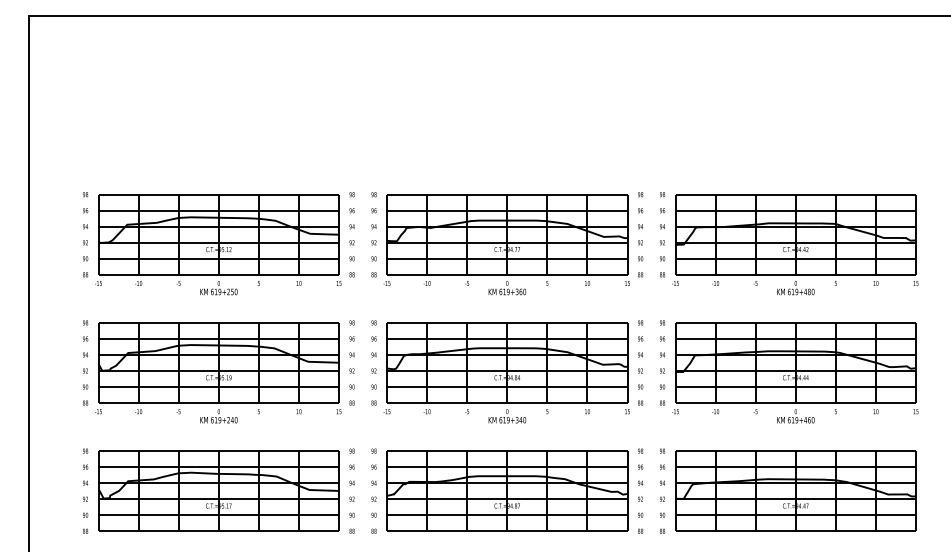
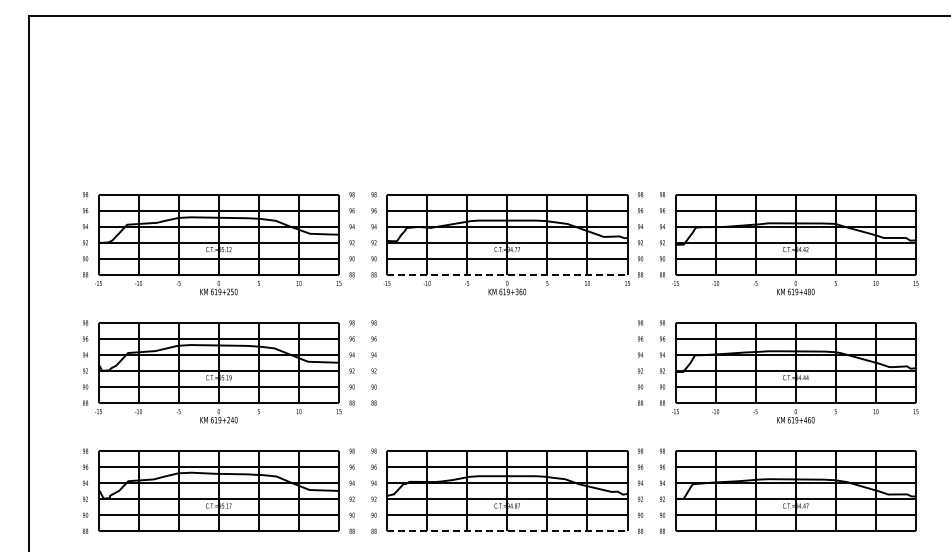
line at (507, 274): solid -> dashed
part at (506, 372): present -> none
line at (507, 531): solid -> dashed
